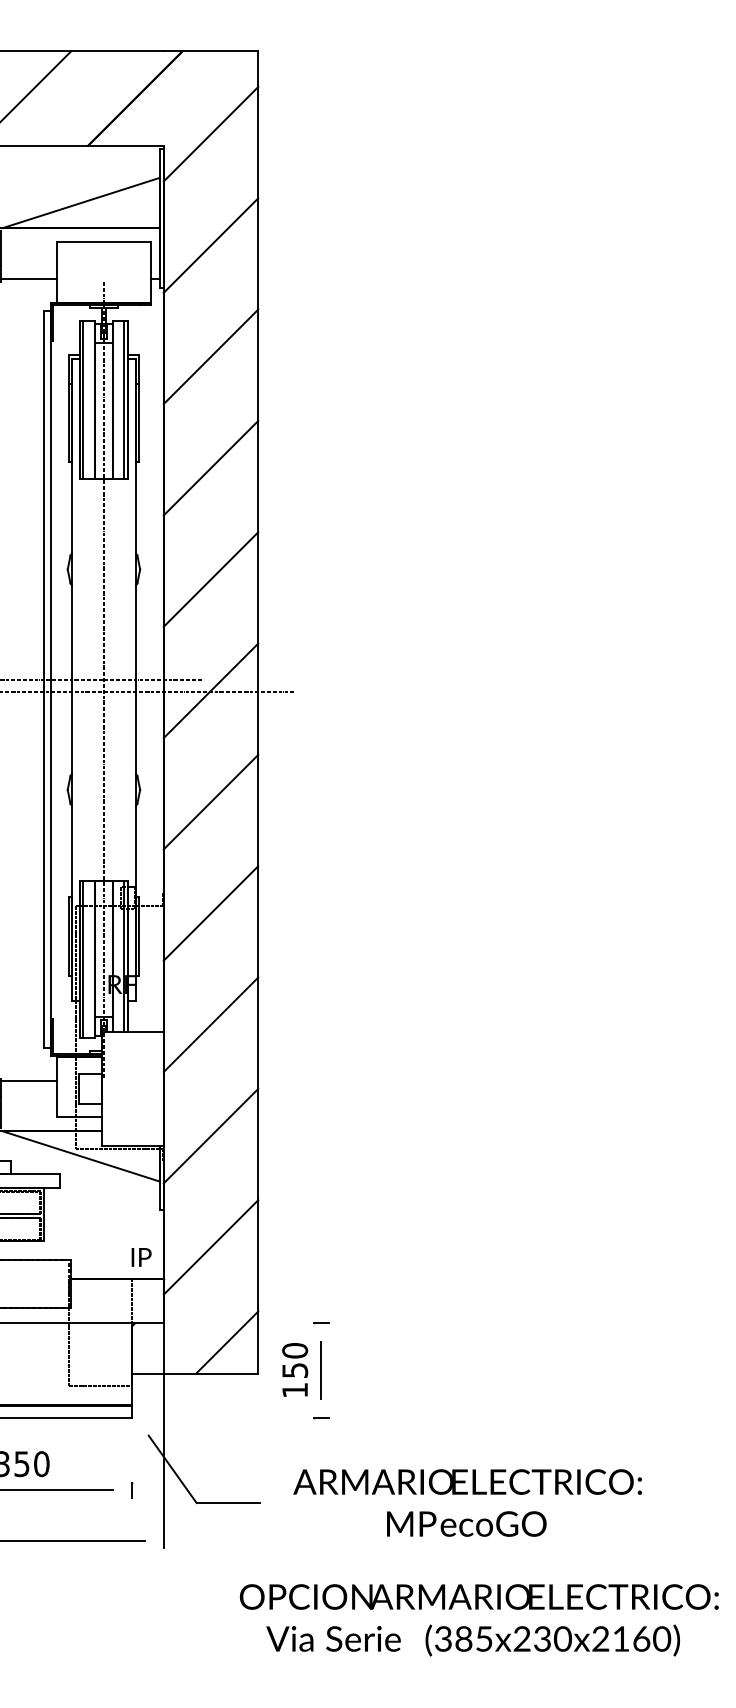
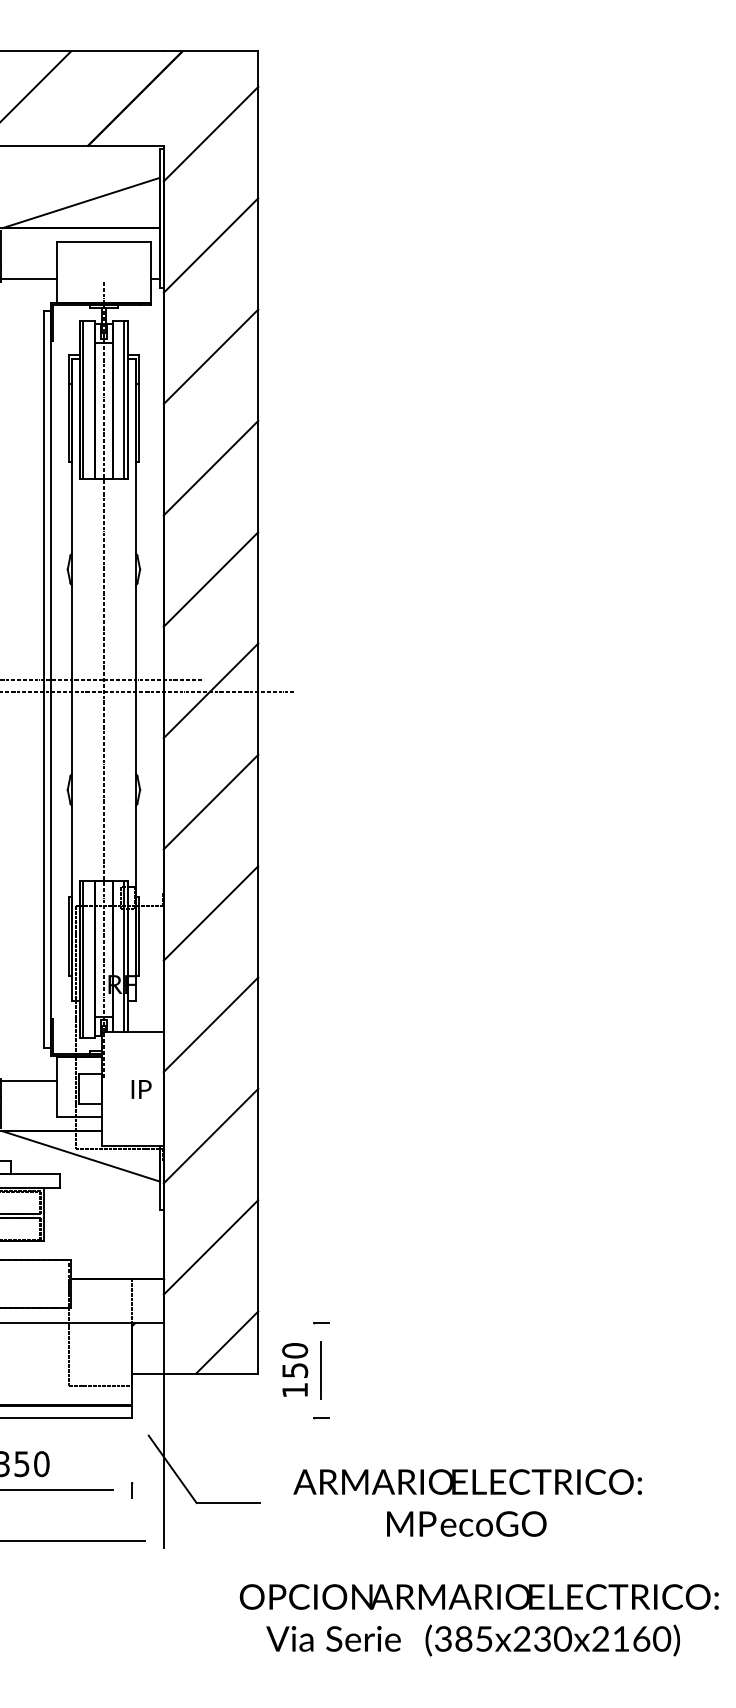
text at (141, 1257) position: (141, 1257) -> (141, 1089)
